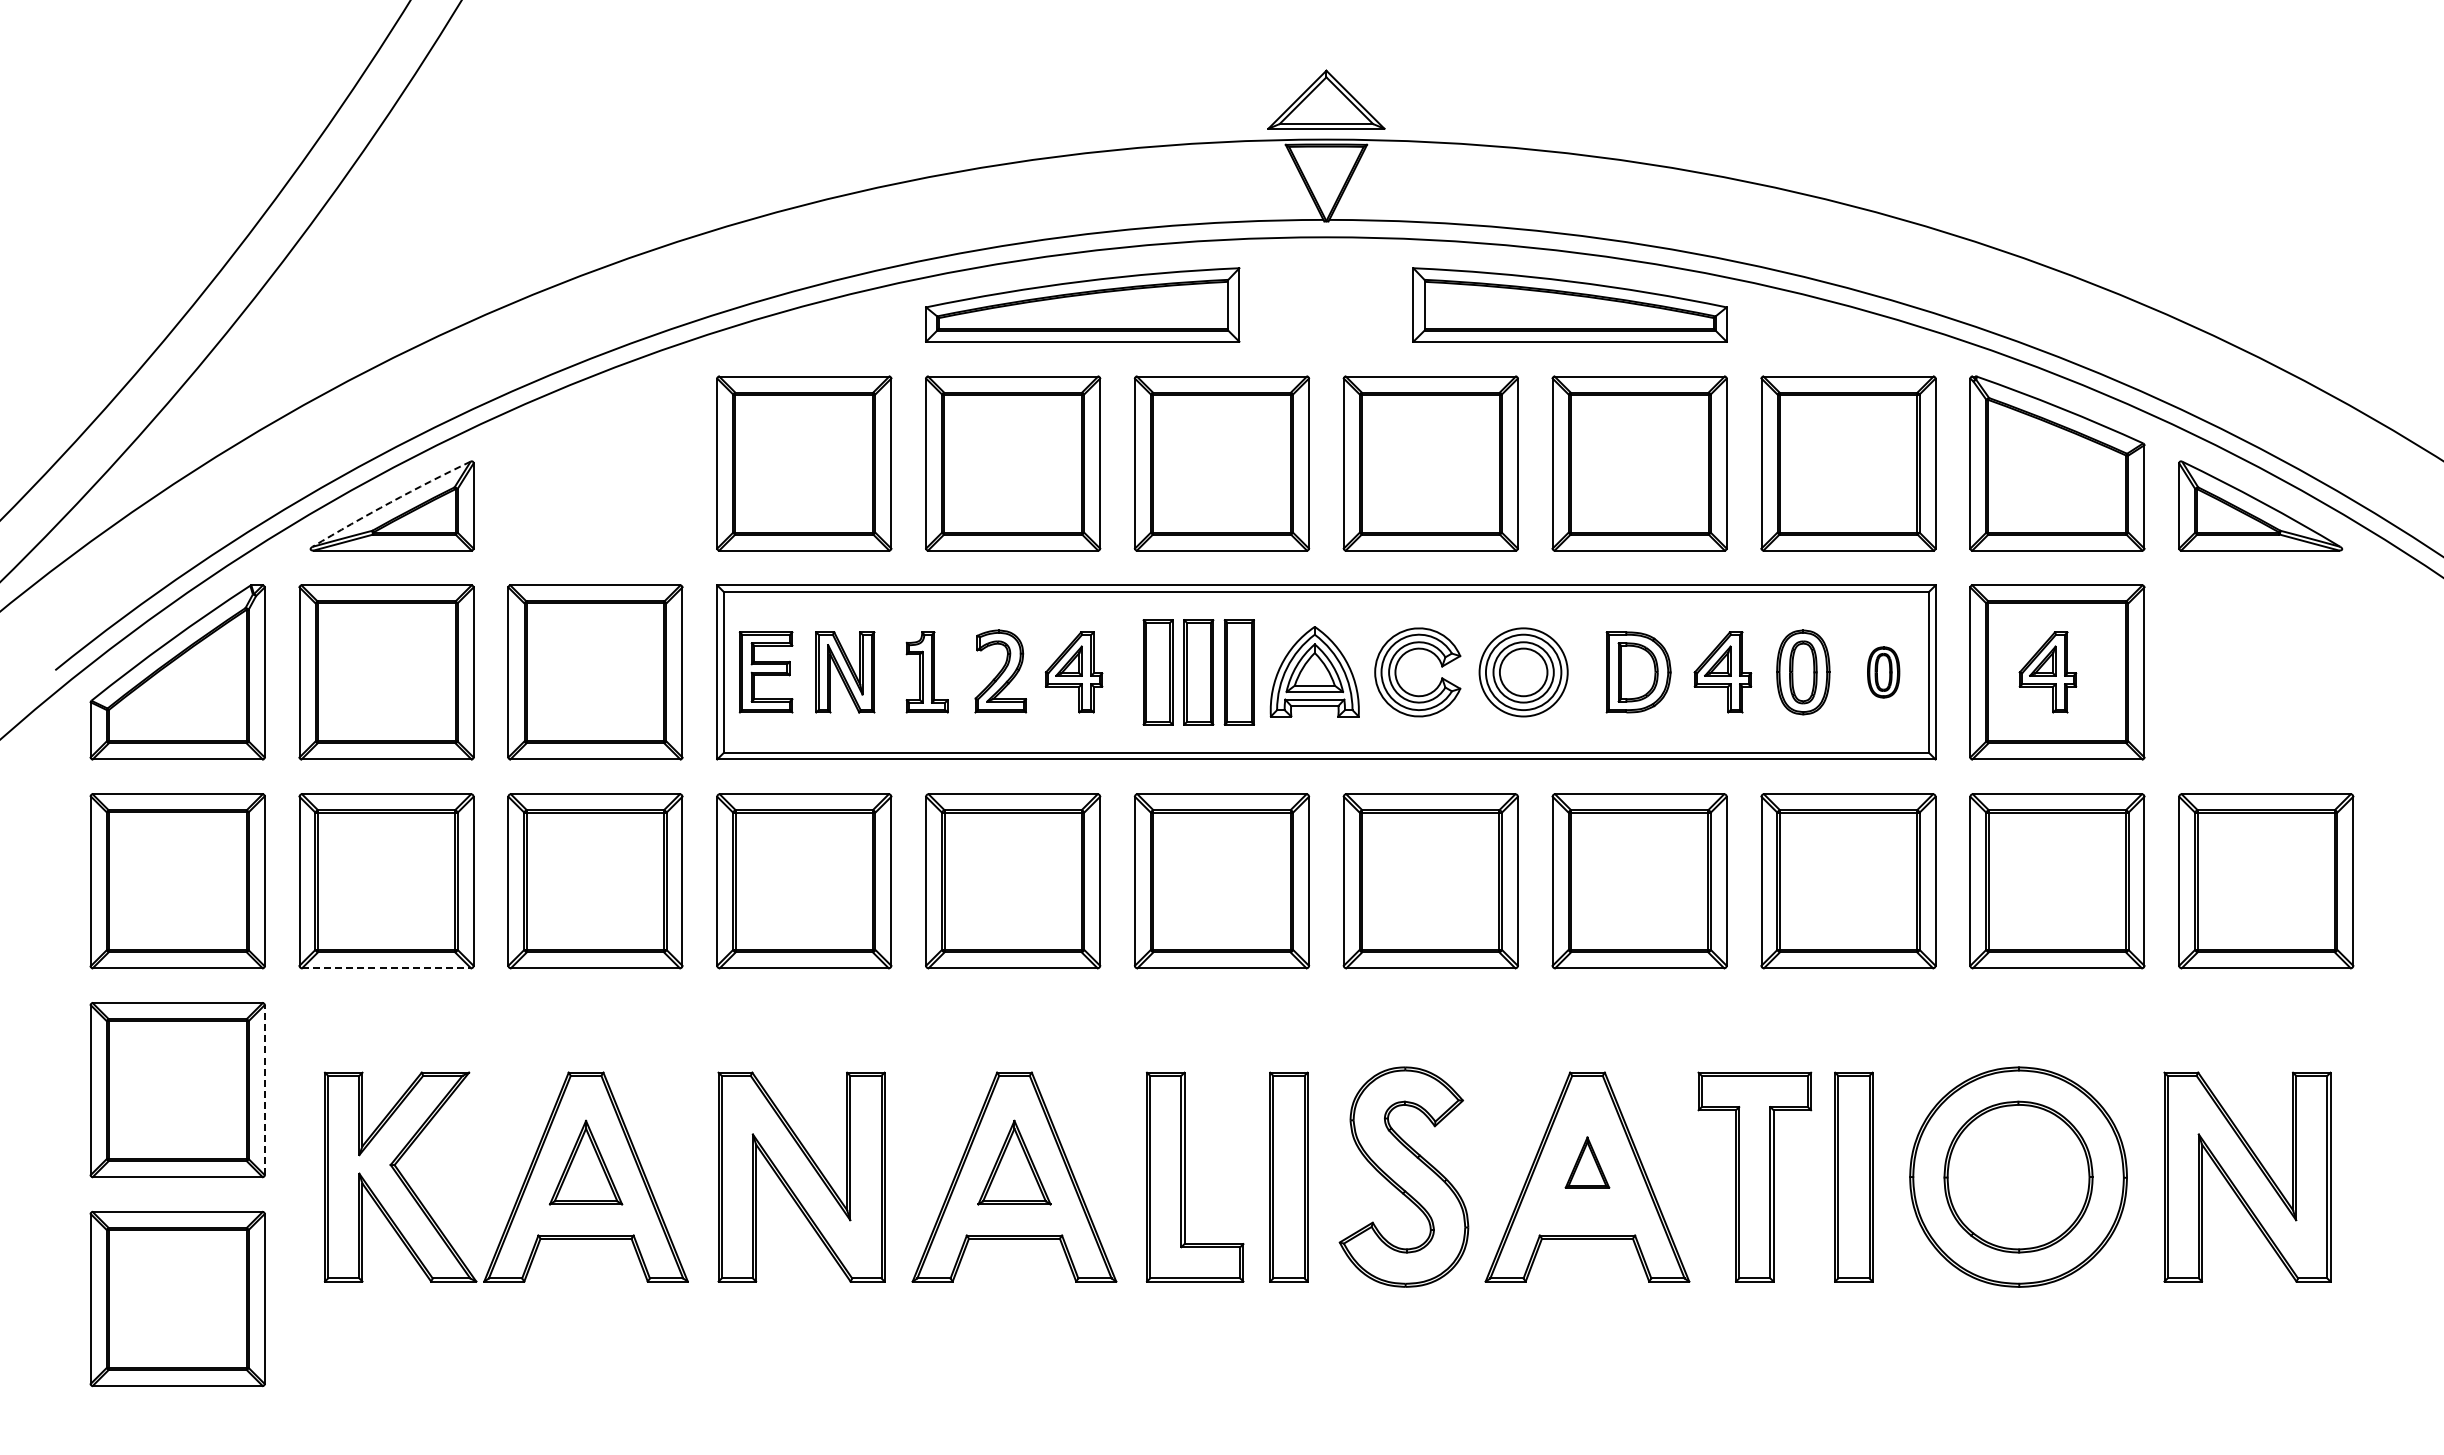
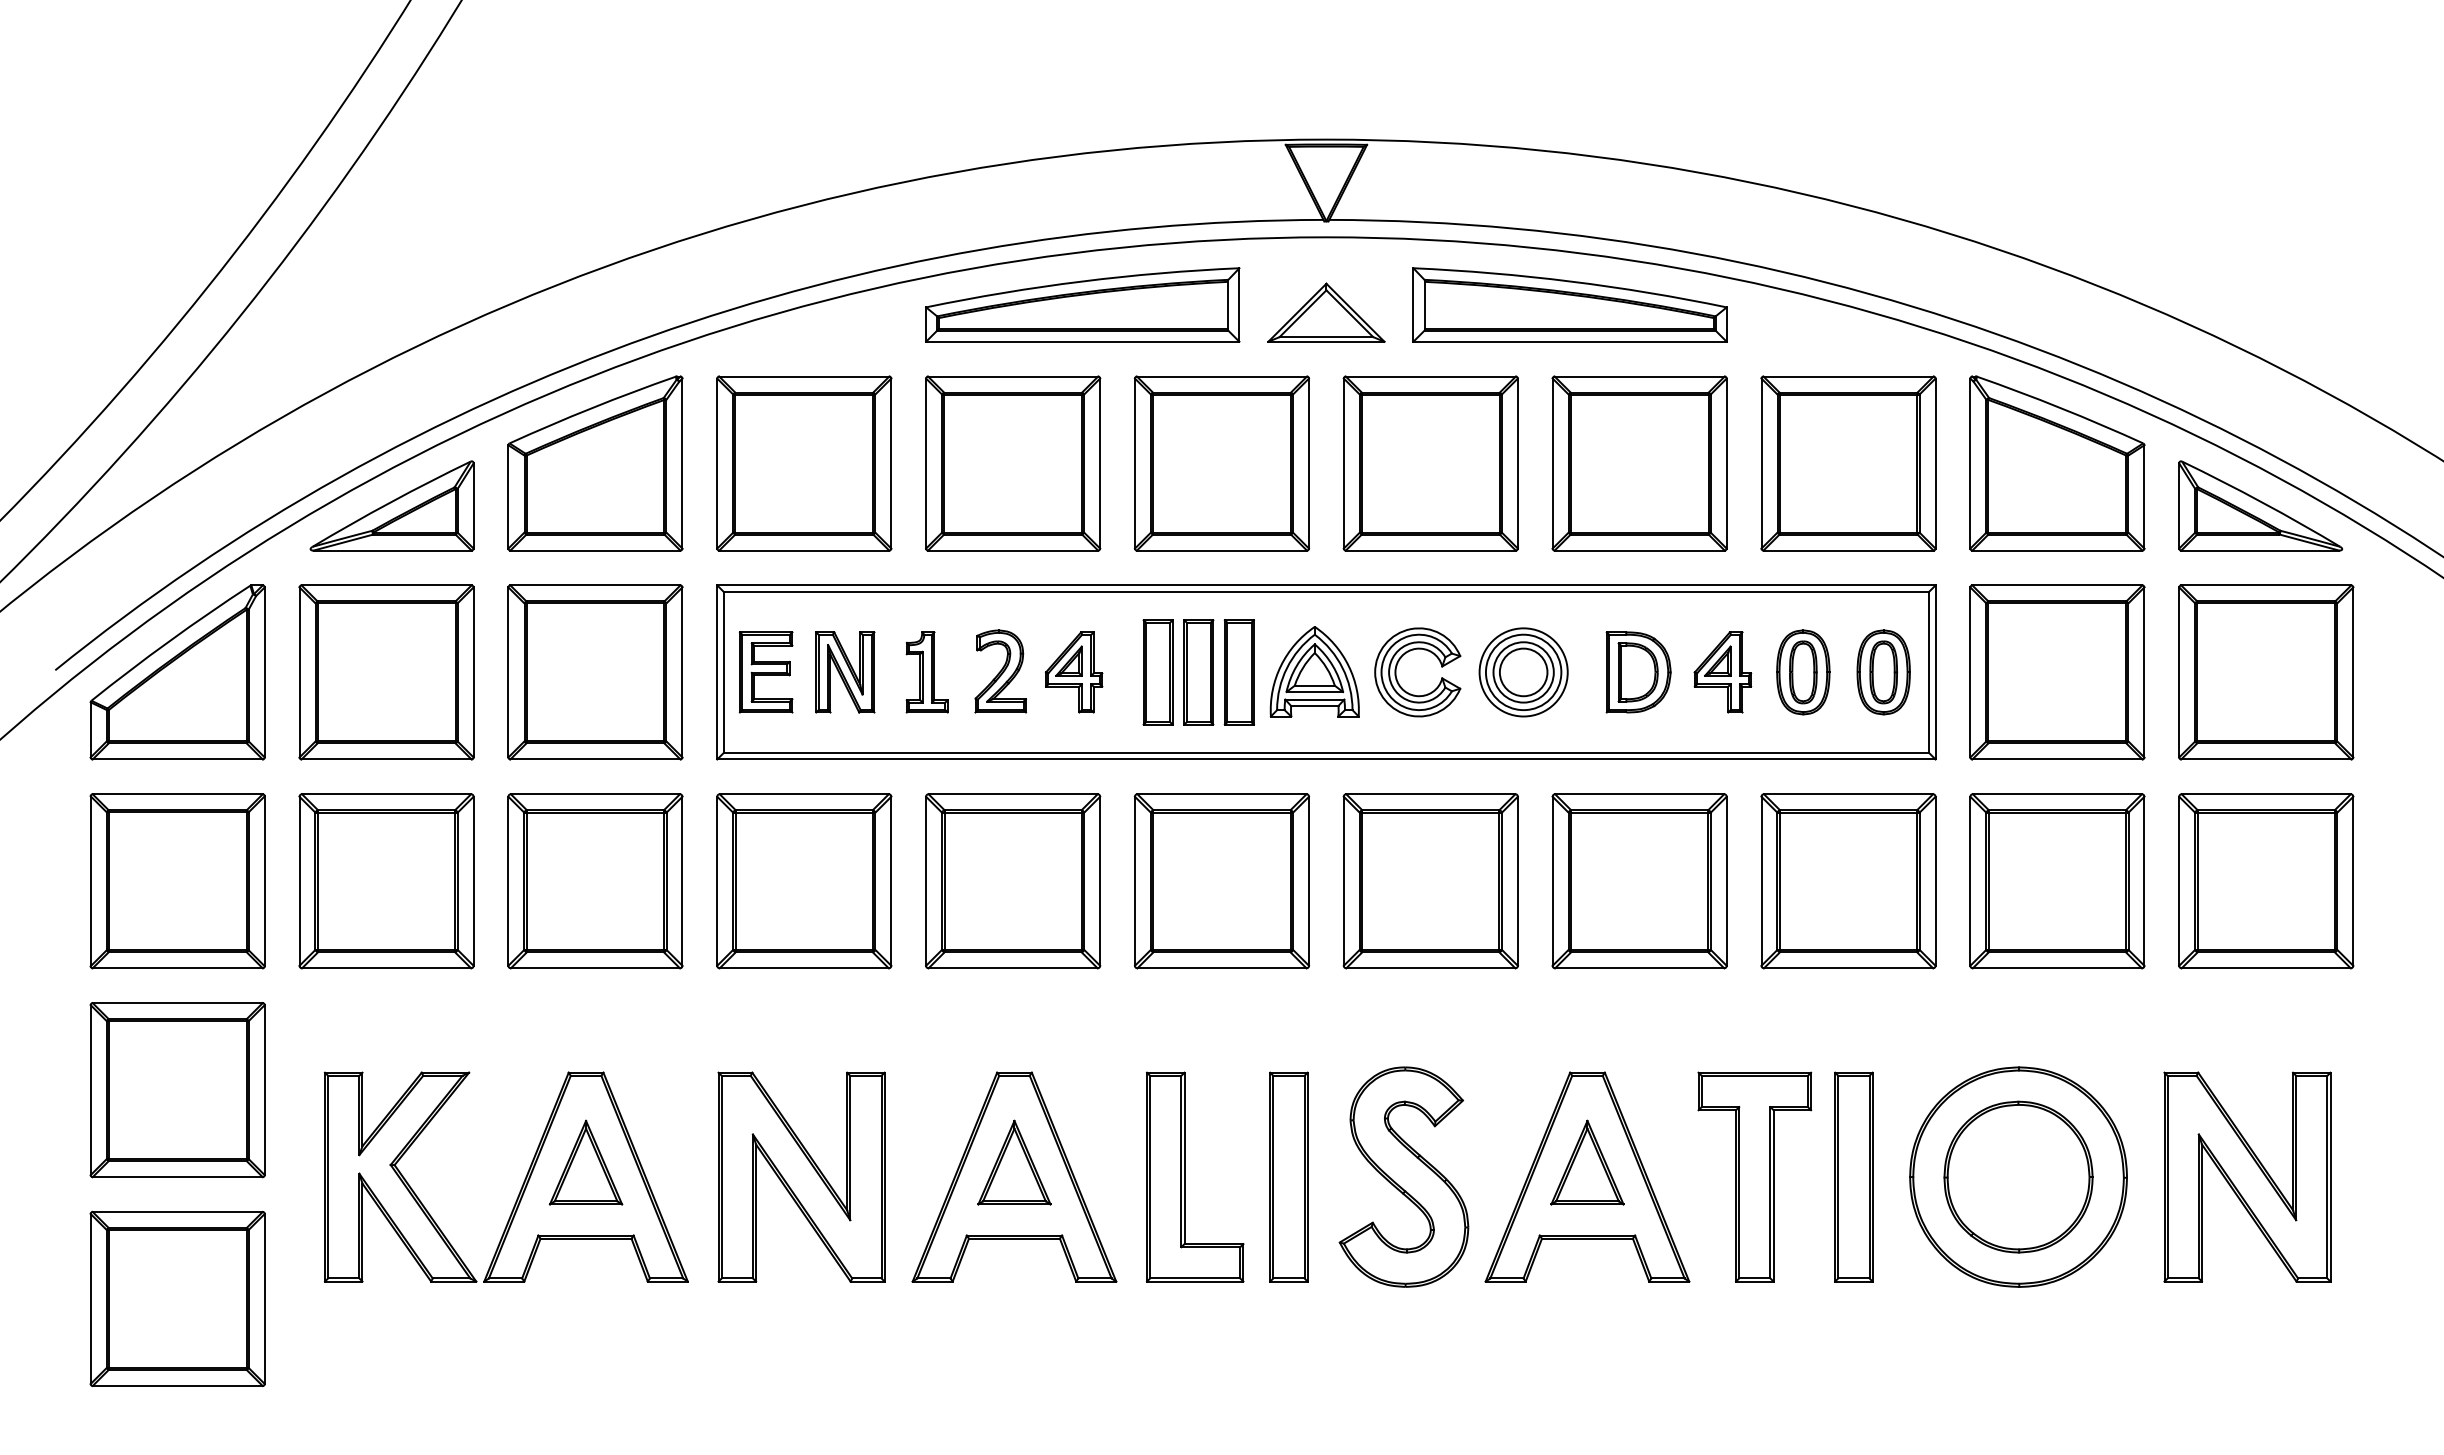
part at (1326, 99) position: (1326, 99) -> (1326, 312)
part at (595, 463): none -> present
arc at (390, 502): dashed -> solid
part at (1883, 672) size: 34x53 px -> 55x87 px
part at (2047, 672): present -> none
part at (2266, 672): none -> present
line at (386, 968): dashed -> solid
line at (264, 1089): dashed -> solid
part at (1587, 1162) size: 47x53 px -> 75x87 px
